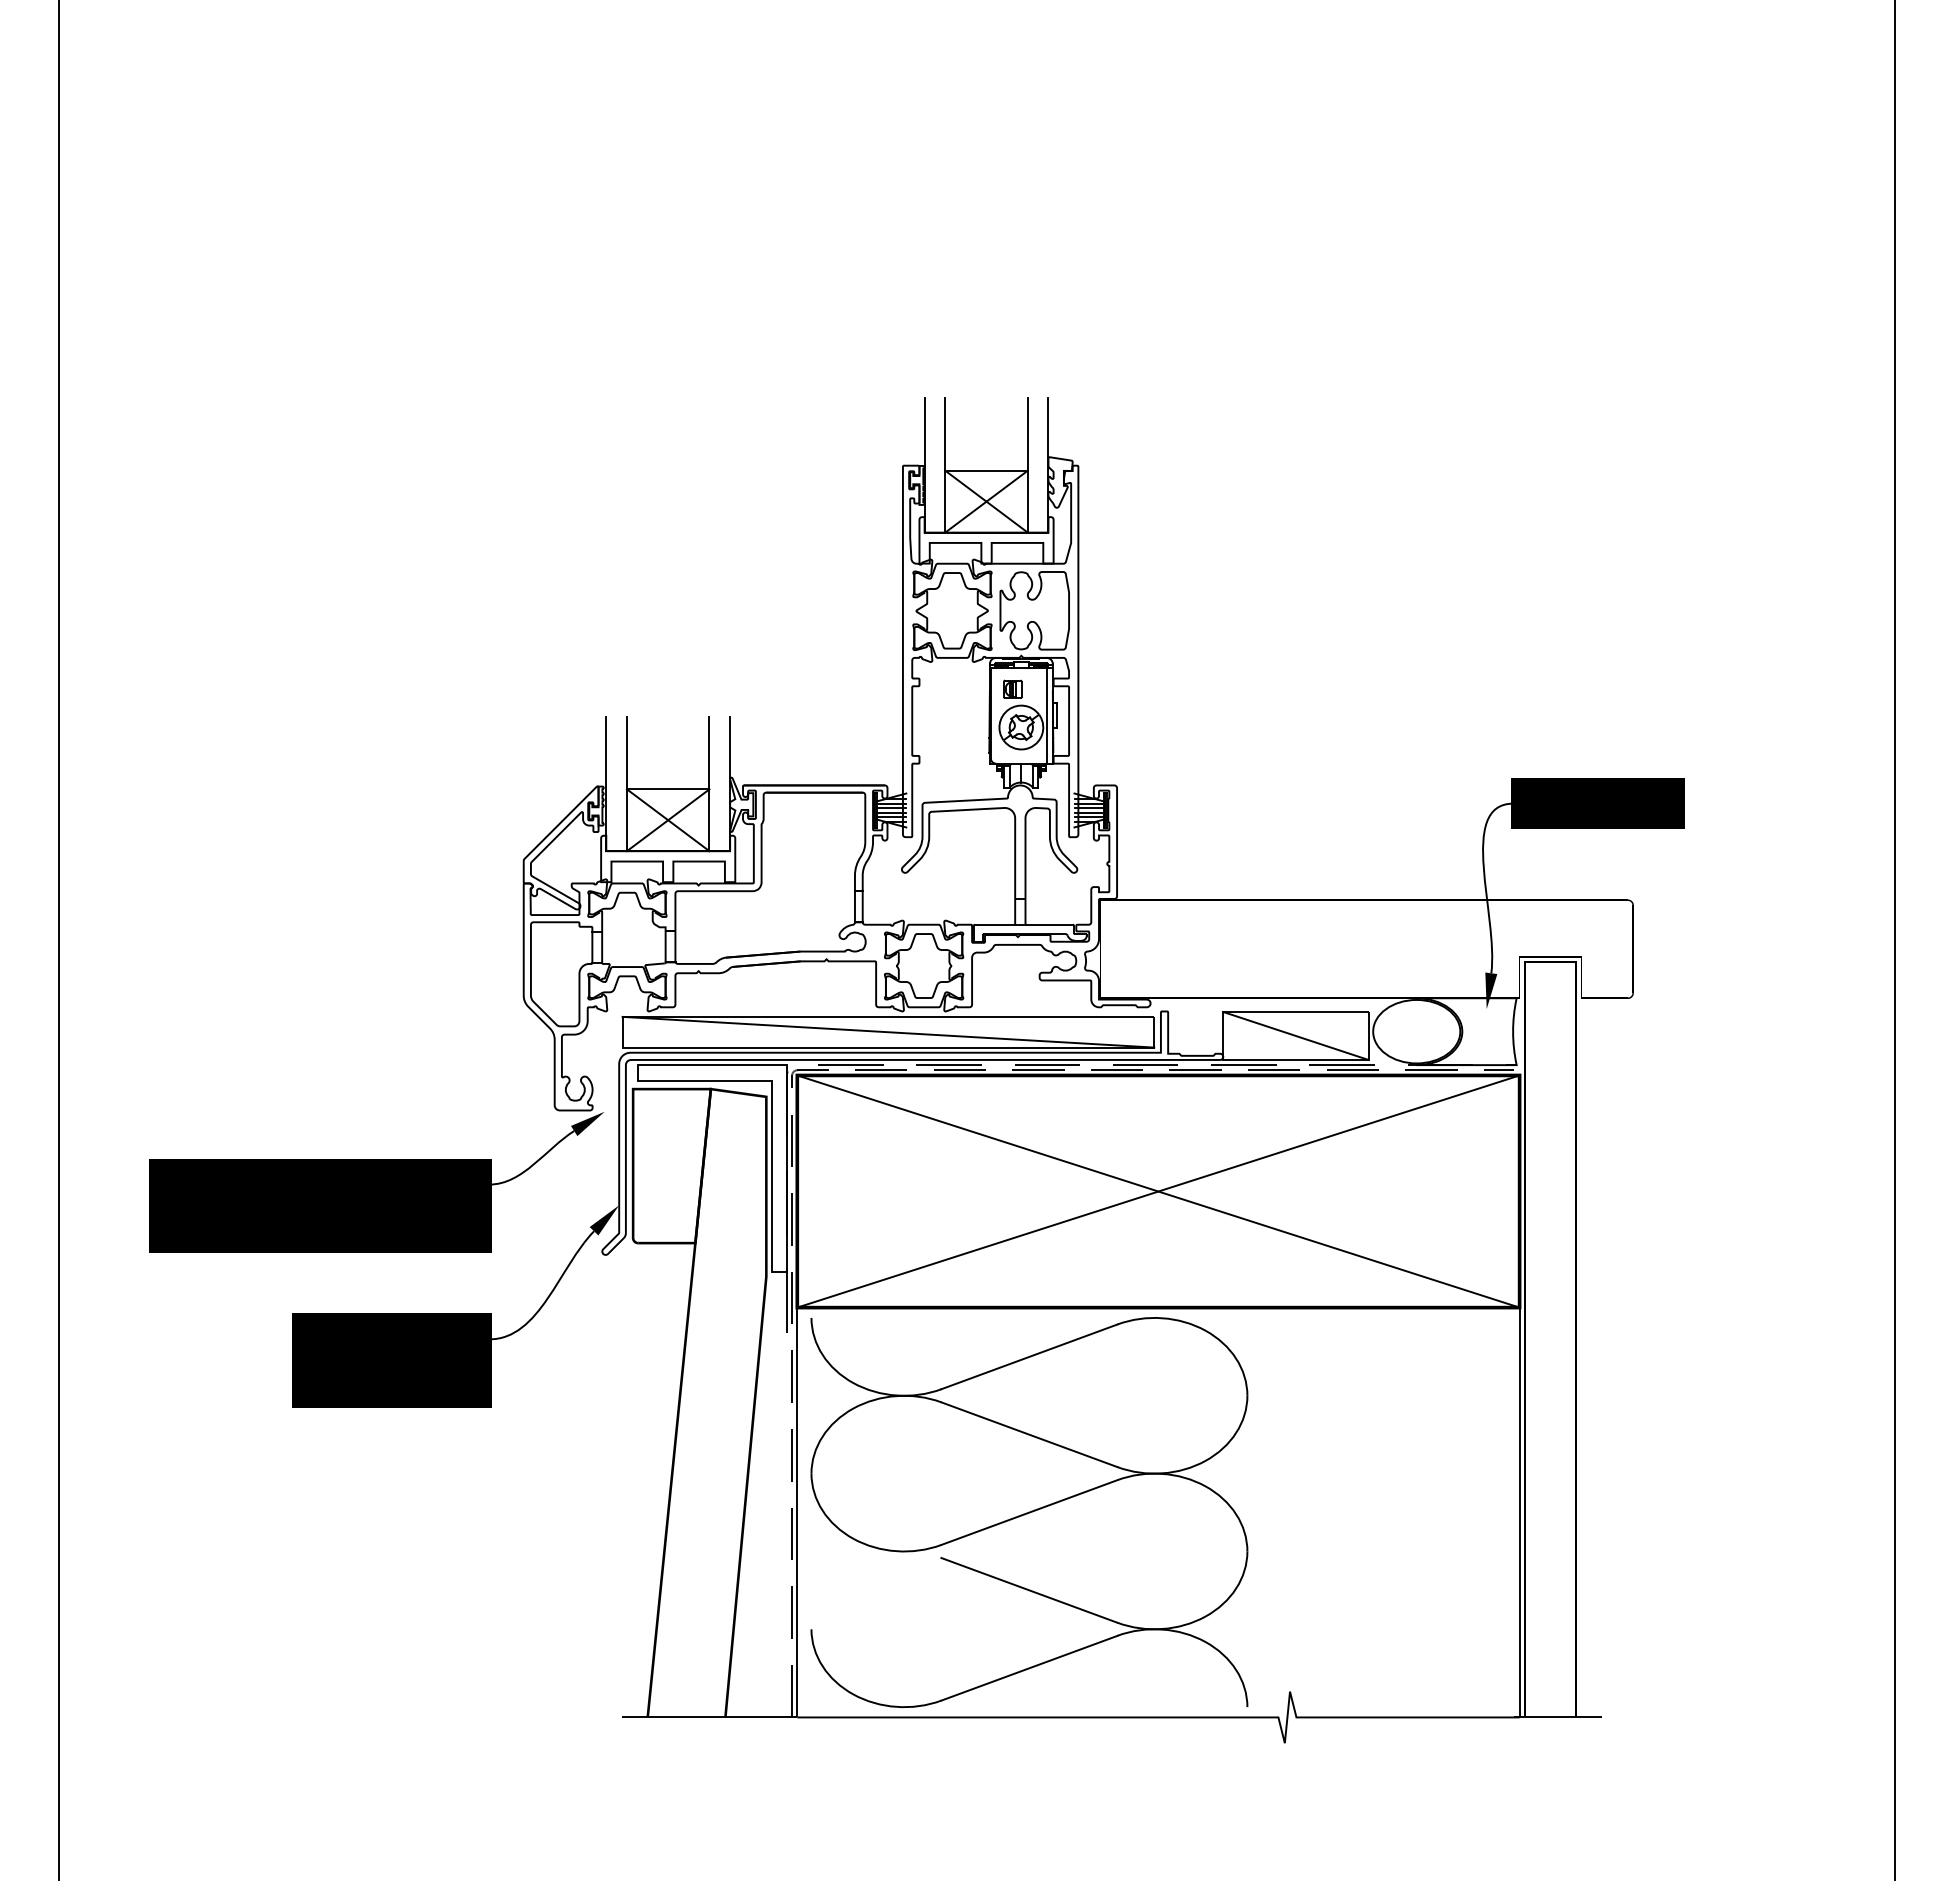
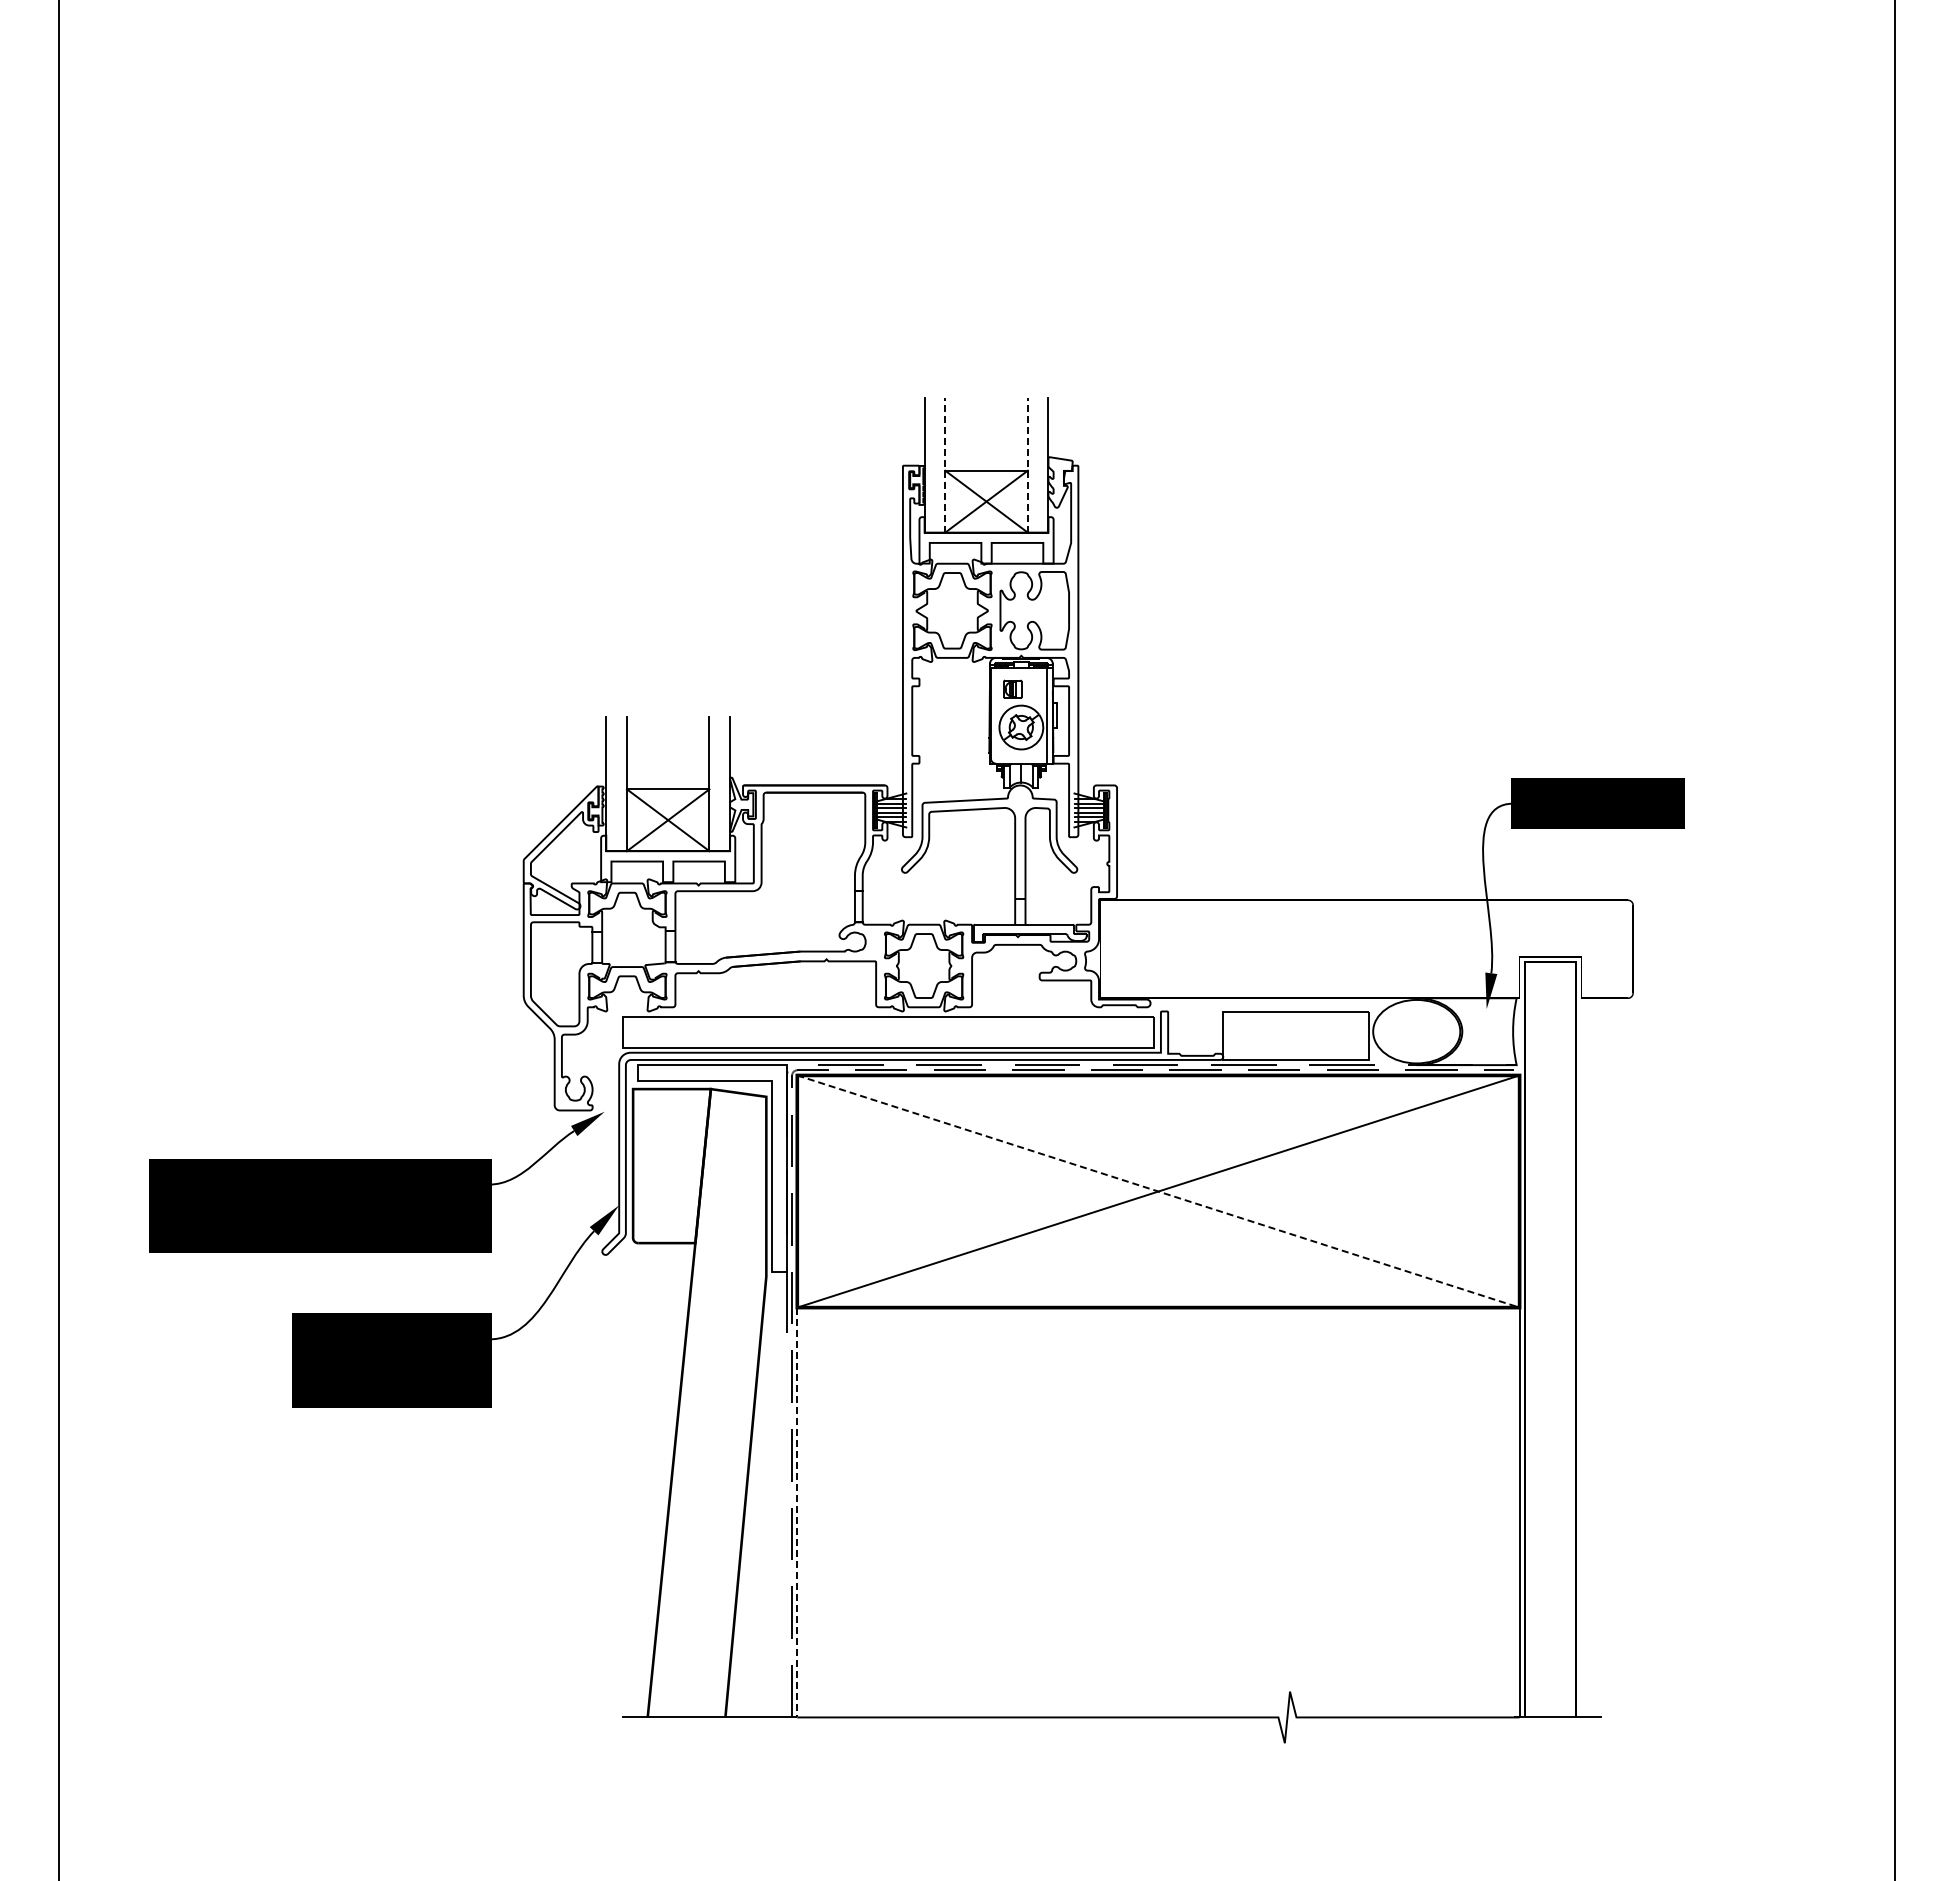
line at (945, 465): solid -> dashed
line at (1027, 465): solid -> dashed
line at (888, 1031): present -> none
line at (1295, 1035): present -> none
line at (1158, 1191): solid -> dashed
line at (797, 1512): solid -> dashed
part at (1029, 1512): present -> none
